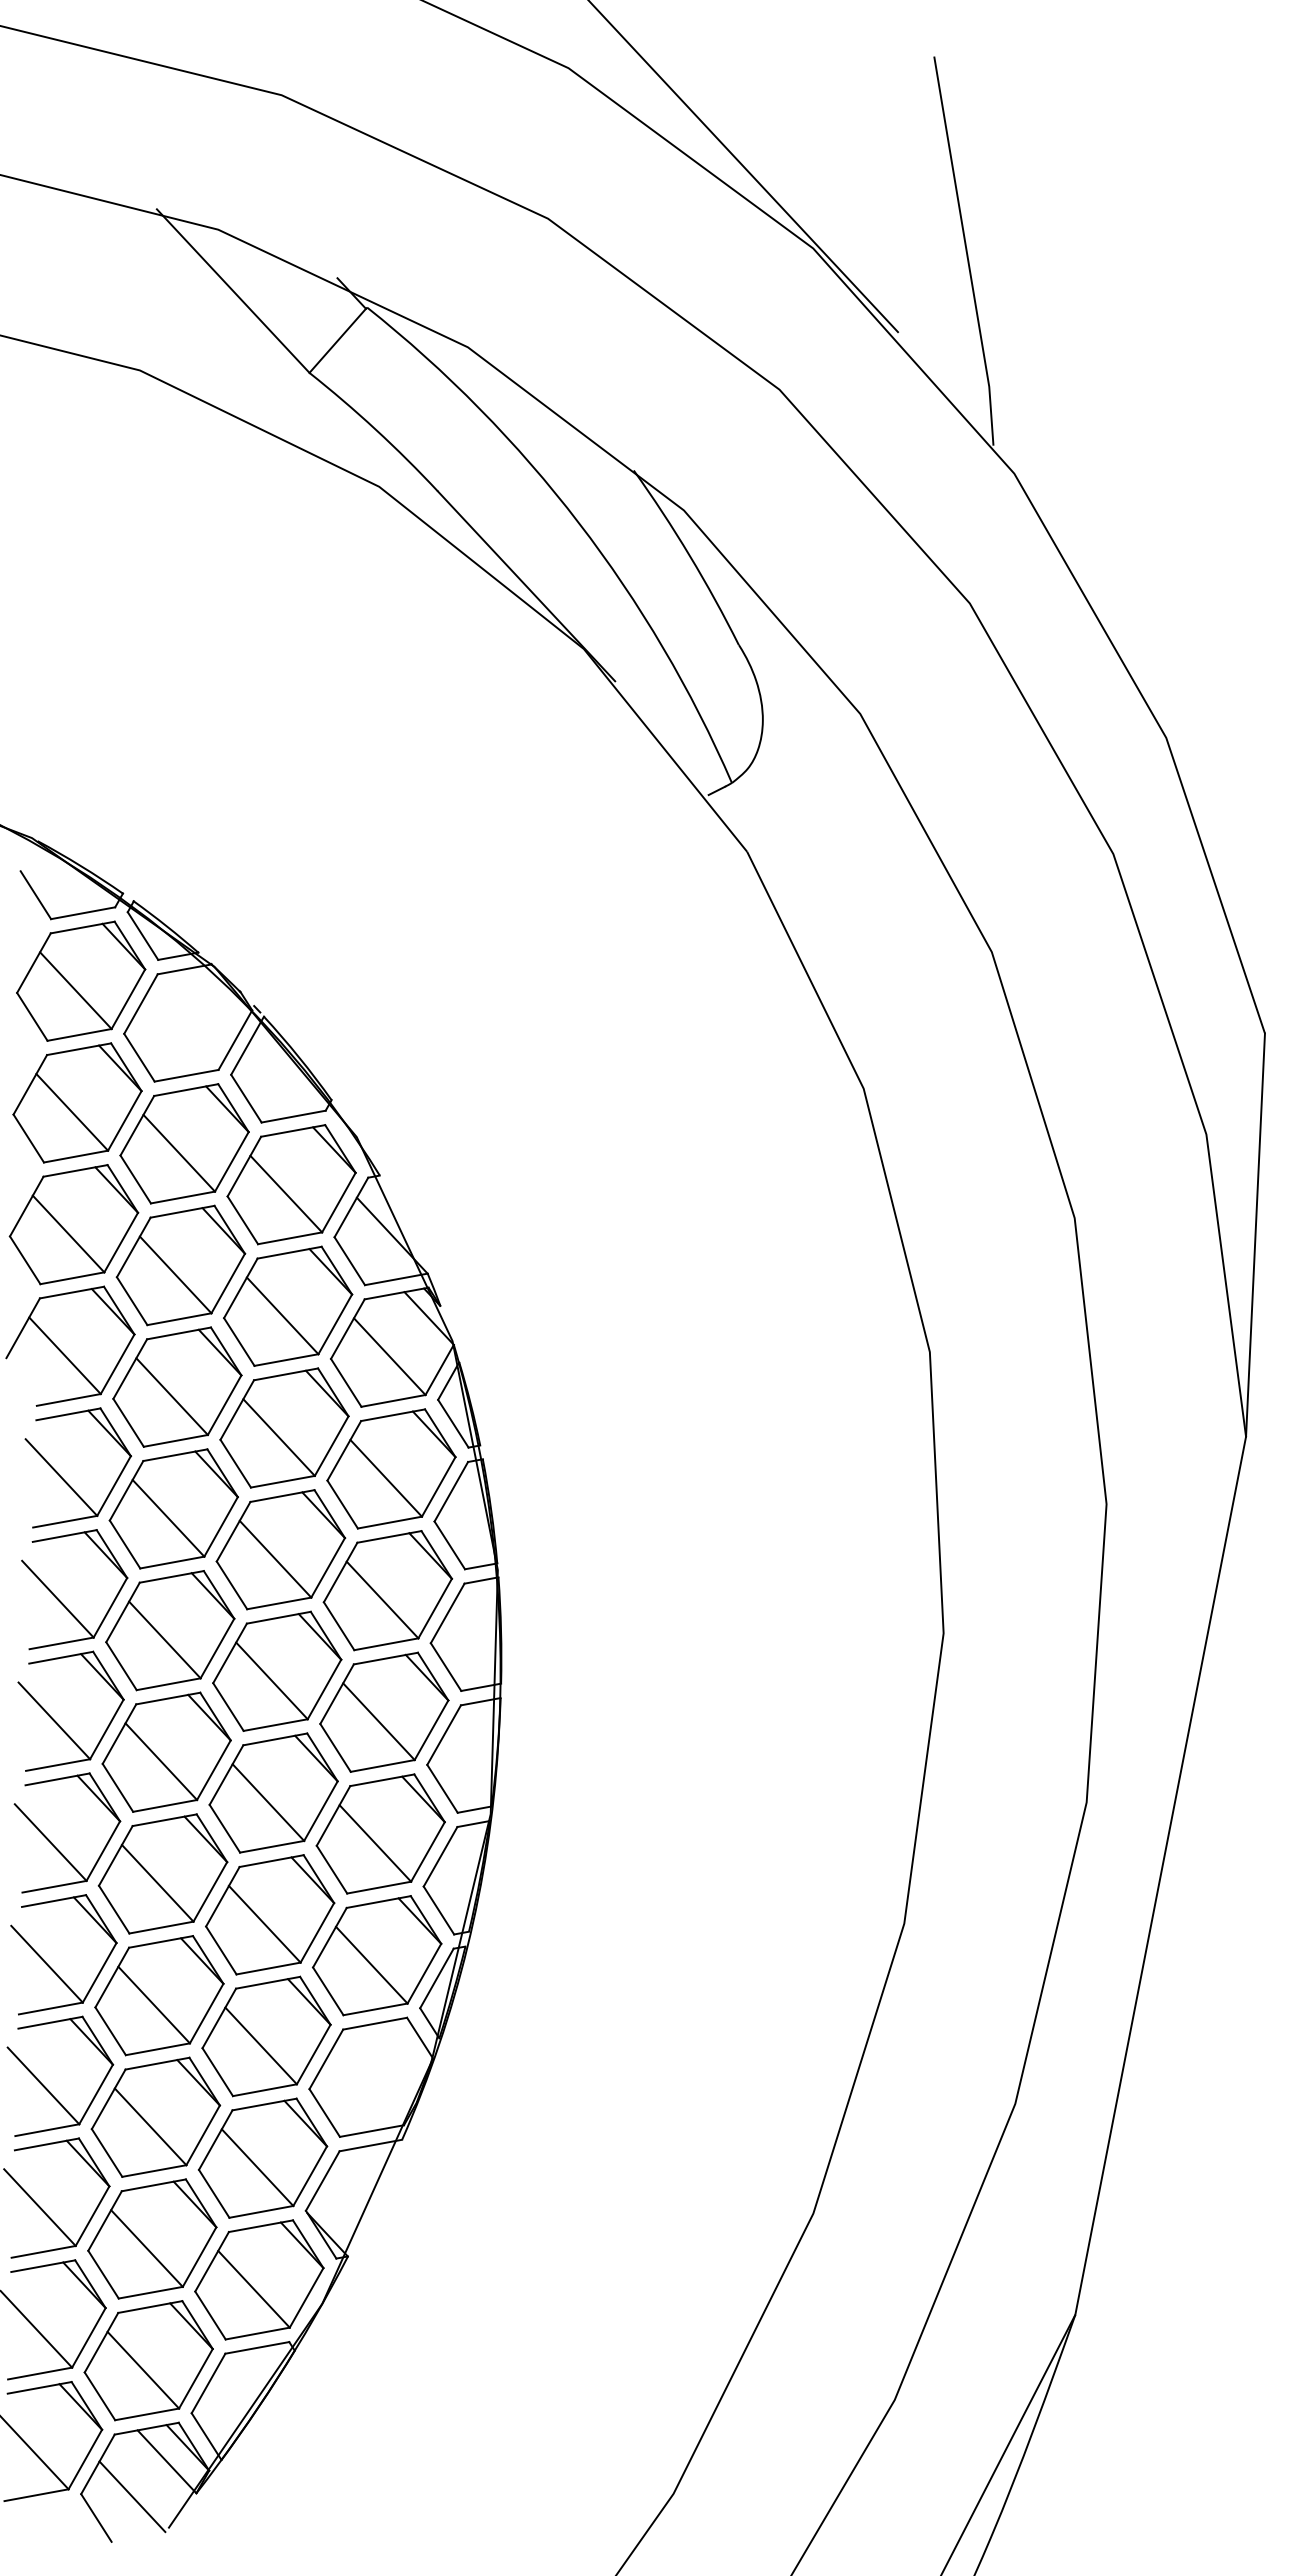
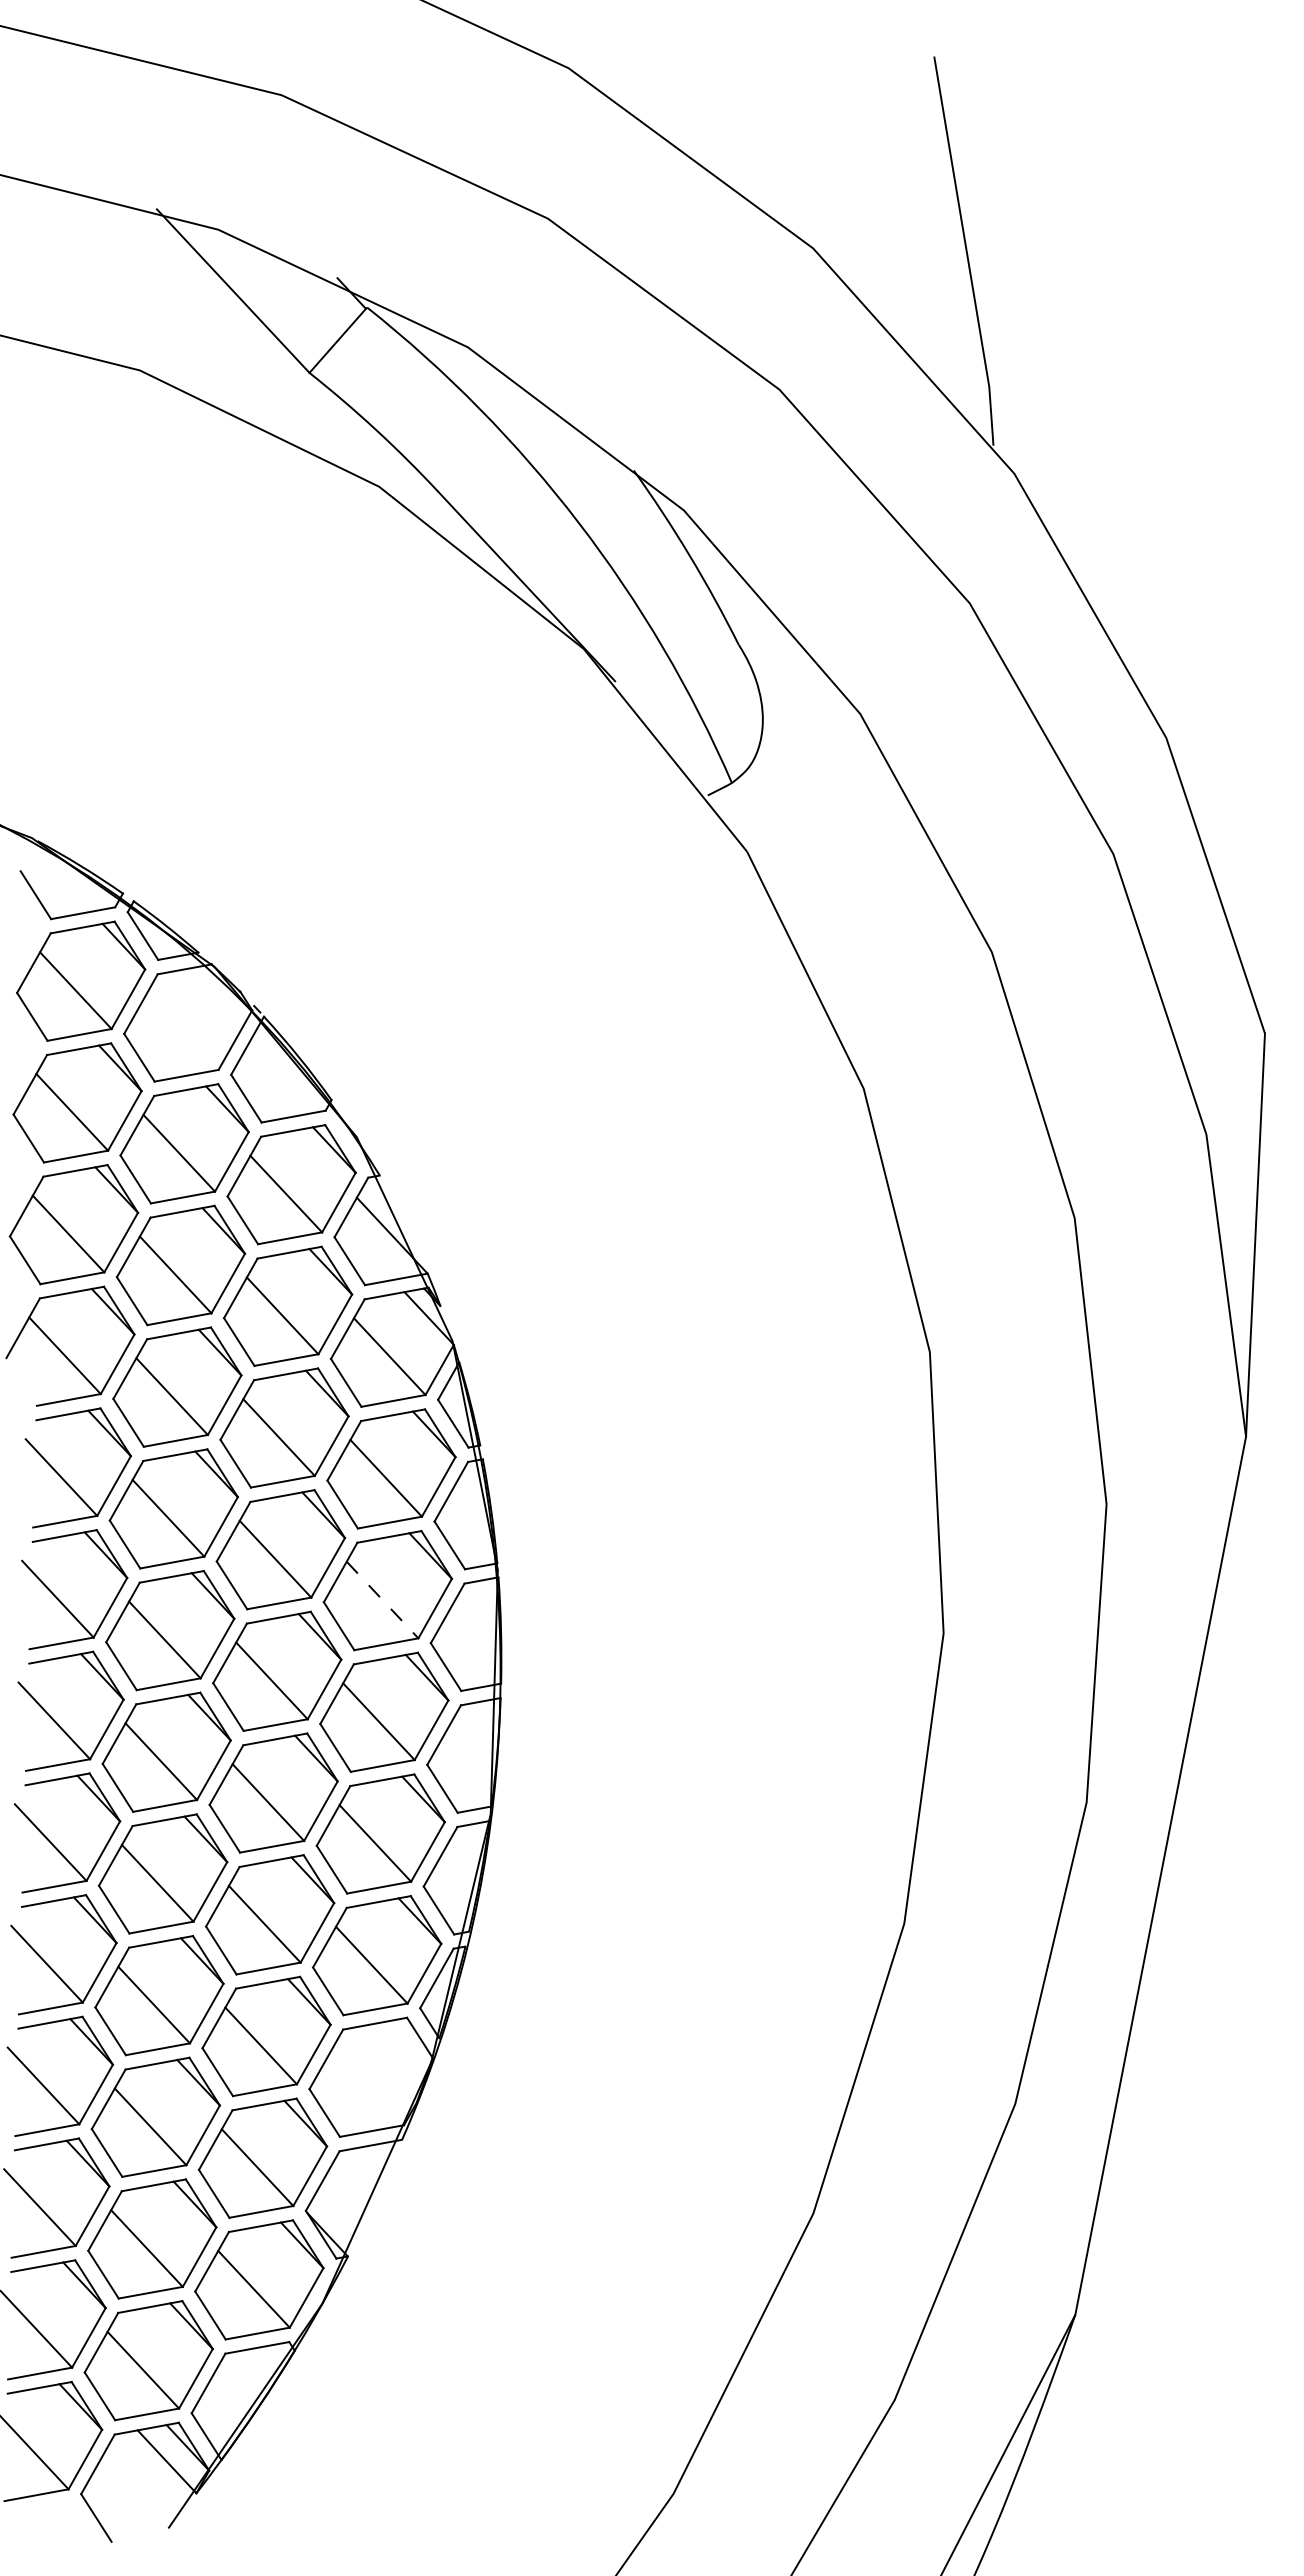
line at (744, 167): present -> none
line at (382, 1600): solid -> dashed
line at (132, 2496): present -> none
